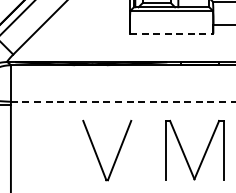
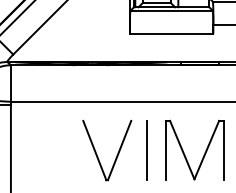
line at (171, 33): dashed -> solid
line at (122, 101): dashed -> solid
line at (147, 150): none -> present
